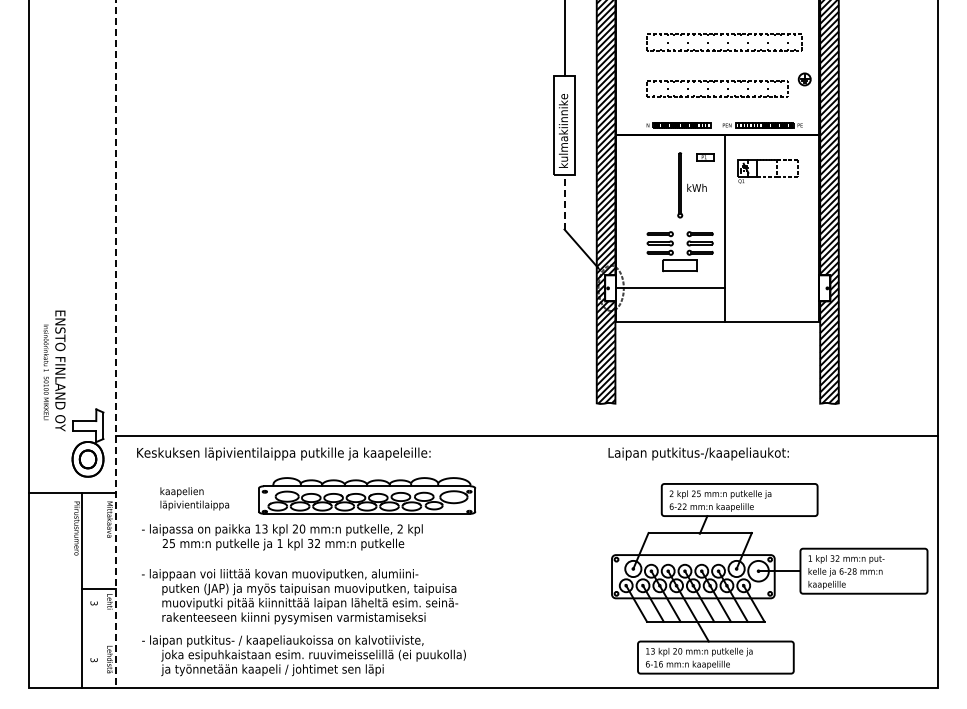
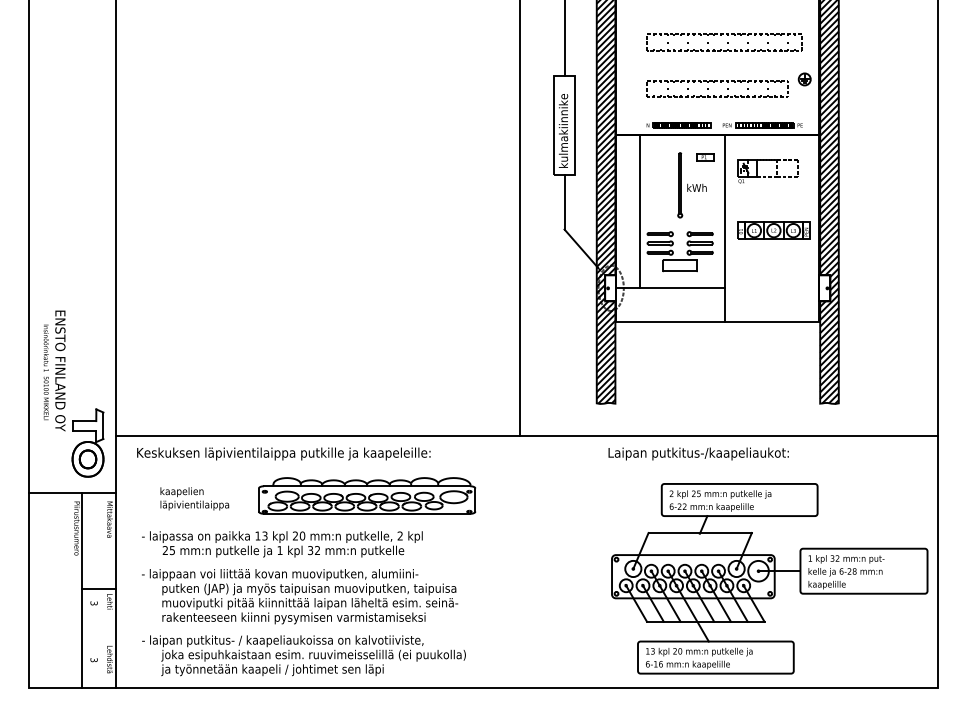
line at (564, 201): dashed -> solid
line at (639, 211): none -> present
line at (519, 219): none -> present
part at (773, 230): none -> present
line at (115, 344): dashed -> solid
text at (282, 537) position: (282, 537) -> (282, 544)
